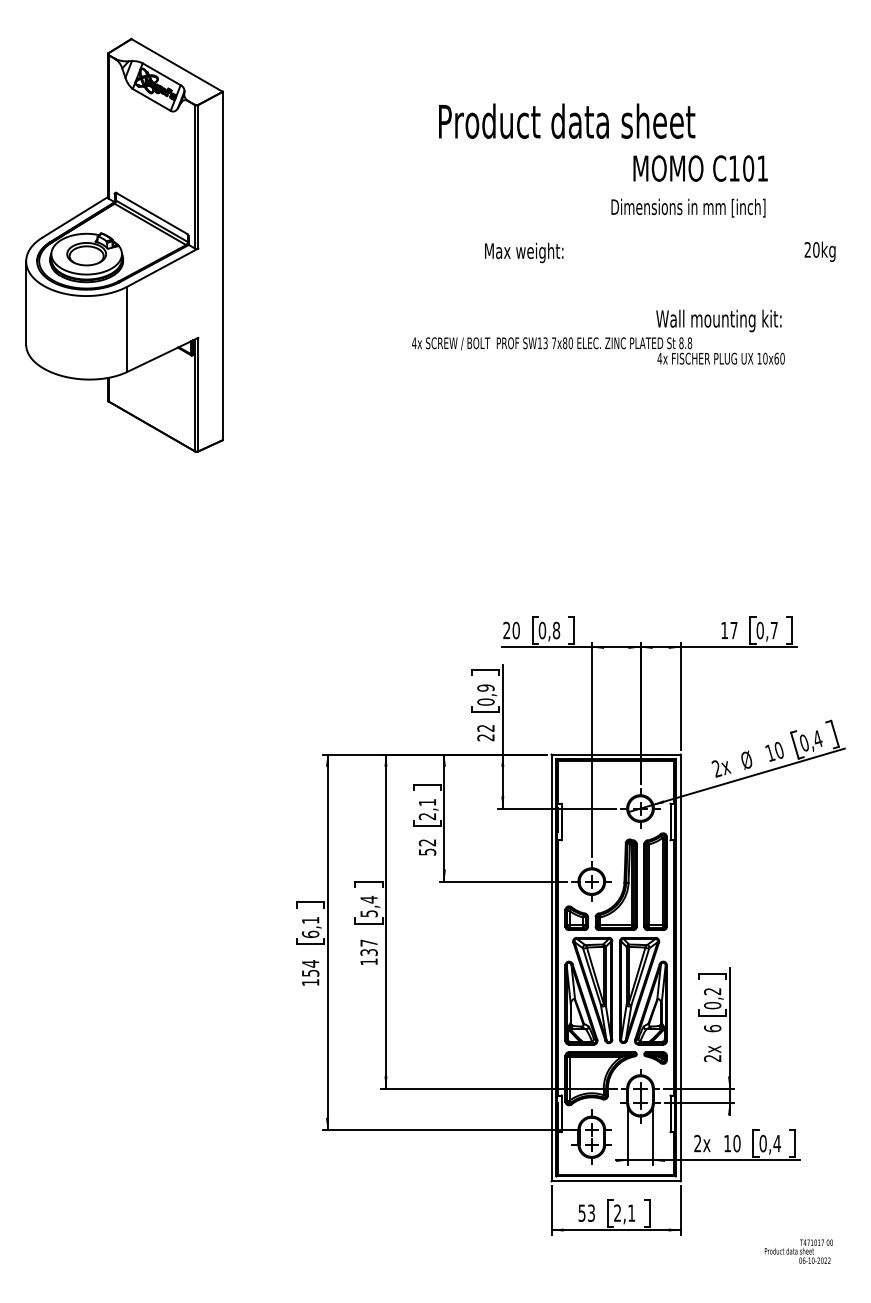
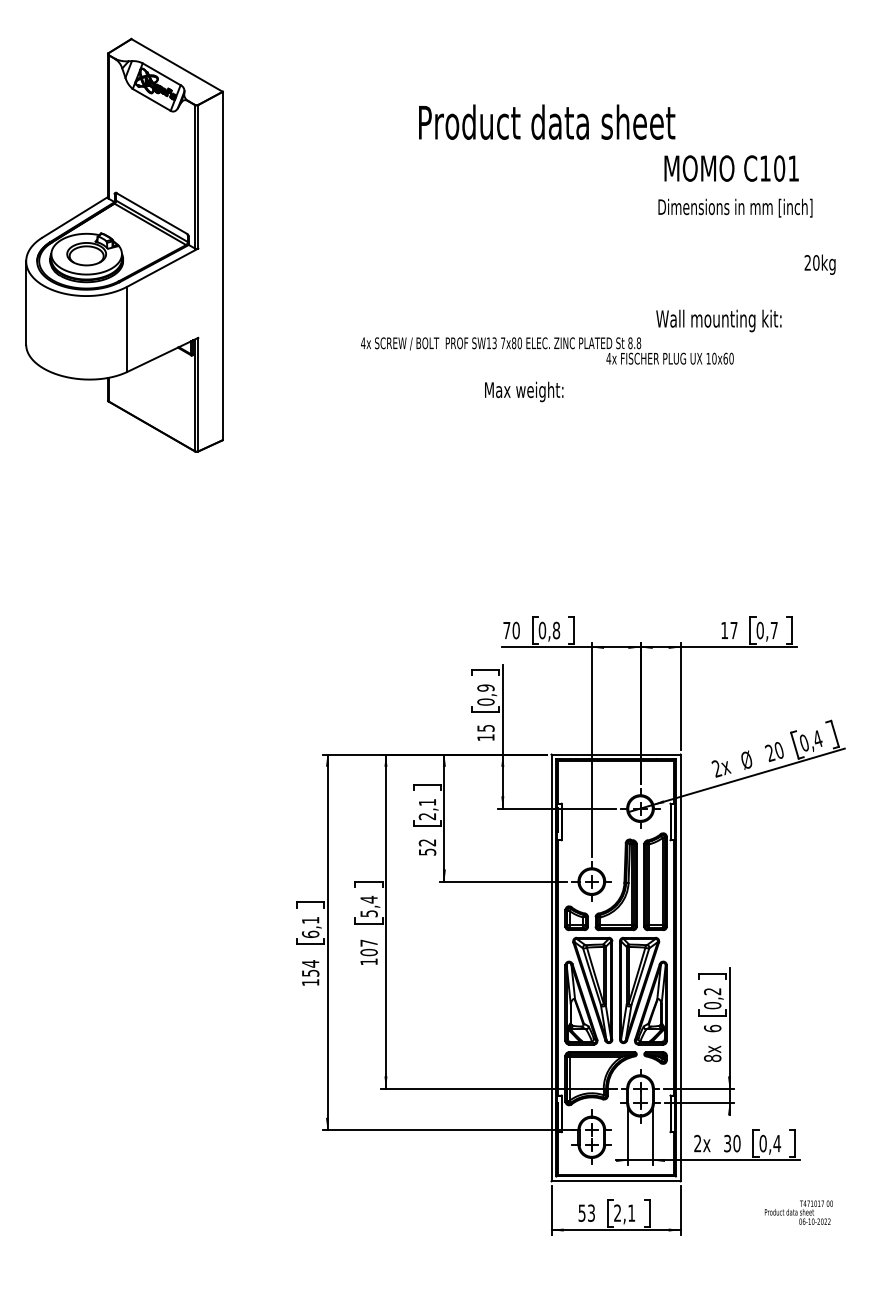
text at (567, 120) position: (567, 120) -> (547, 121)
text at (700, 168) position: (700, 168) -> (731, 168)
text at (688, 207) position: (688, 207) -> (735, 207)
text at (819, 251) position: (819, 251) -> (819, 264)
text at (524, 252) position: (524, 252) -> (524, 391)
text at (598, 350) position: (598, 350) -> (547, 350)
text at (506, 630): 20 -> 70
text at (485, 733): 22 -> 15
text at (769, 753): 10 -> 20
text at (368, 952): 137 -> 107
text at (712, 1058): 2x -> 8x
text at (727, 1143): 10 -> 30
text at (798, 1251) position: (798, 1251) -> (798, 1212)
